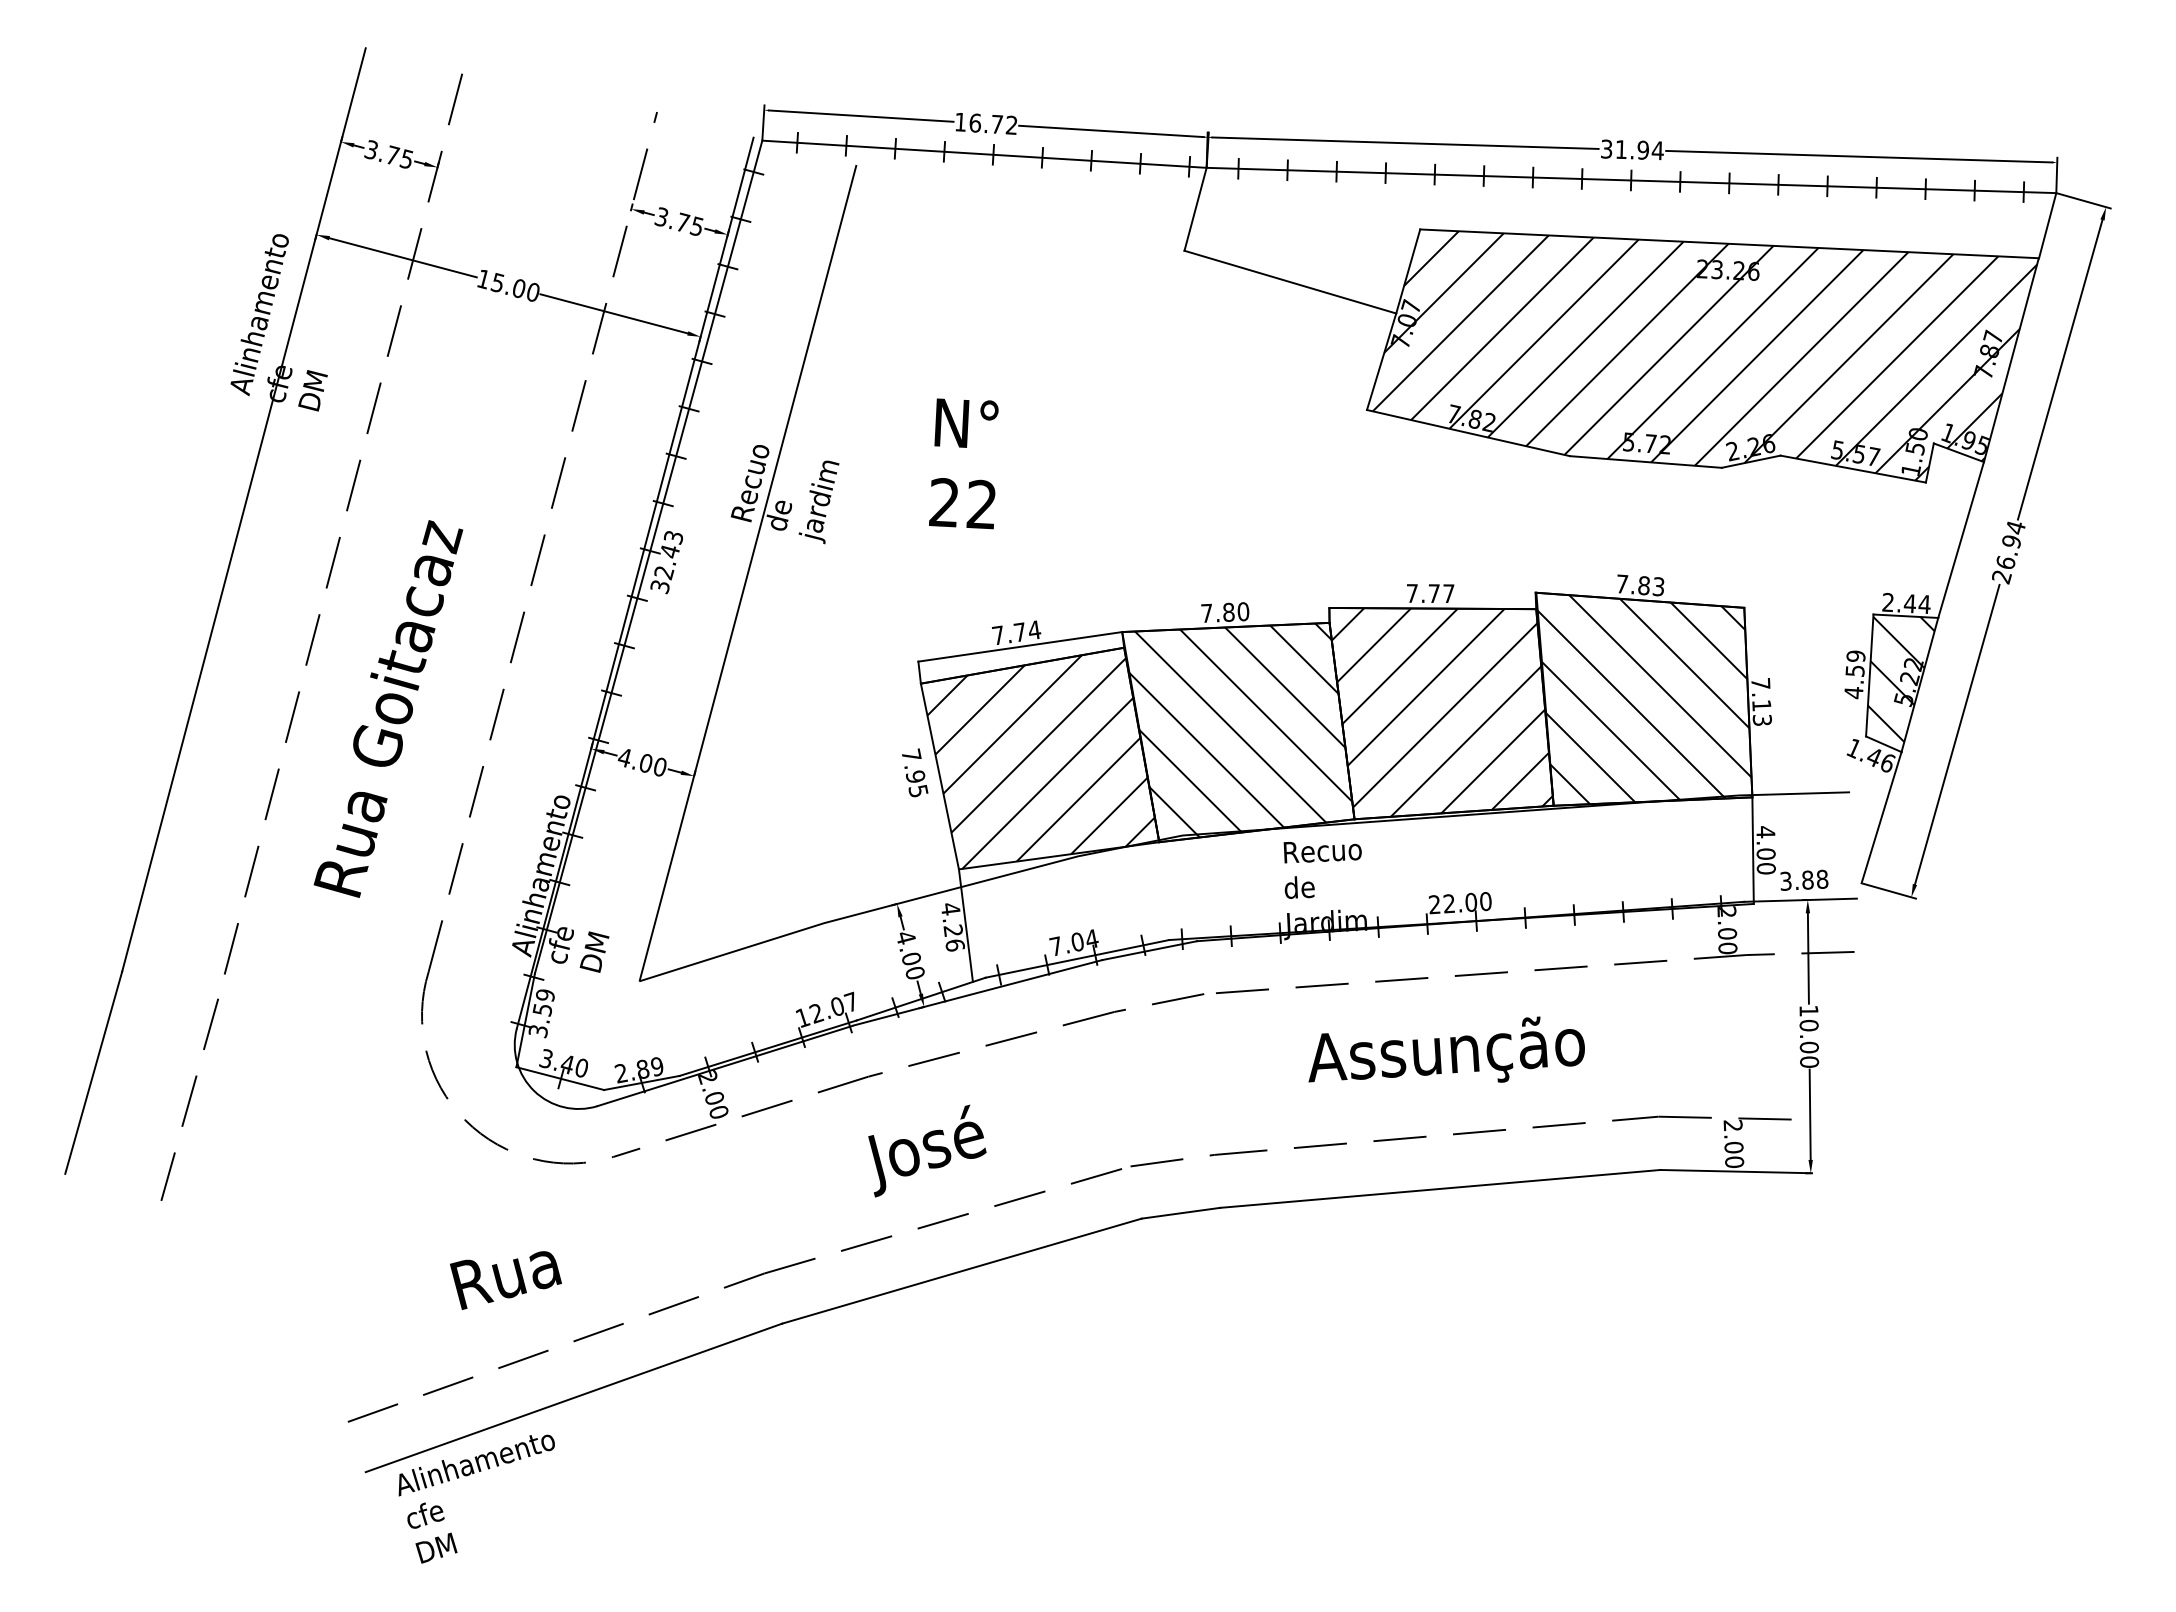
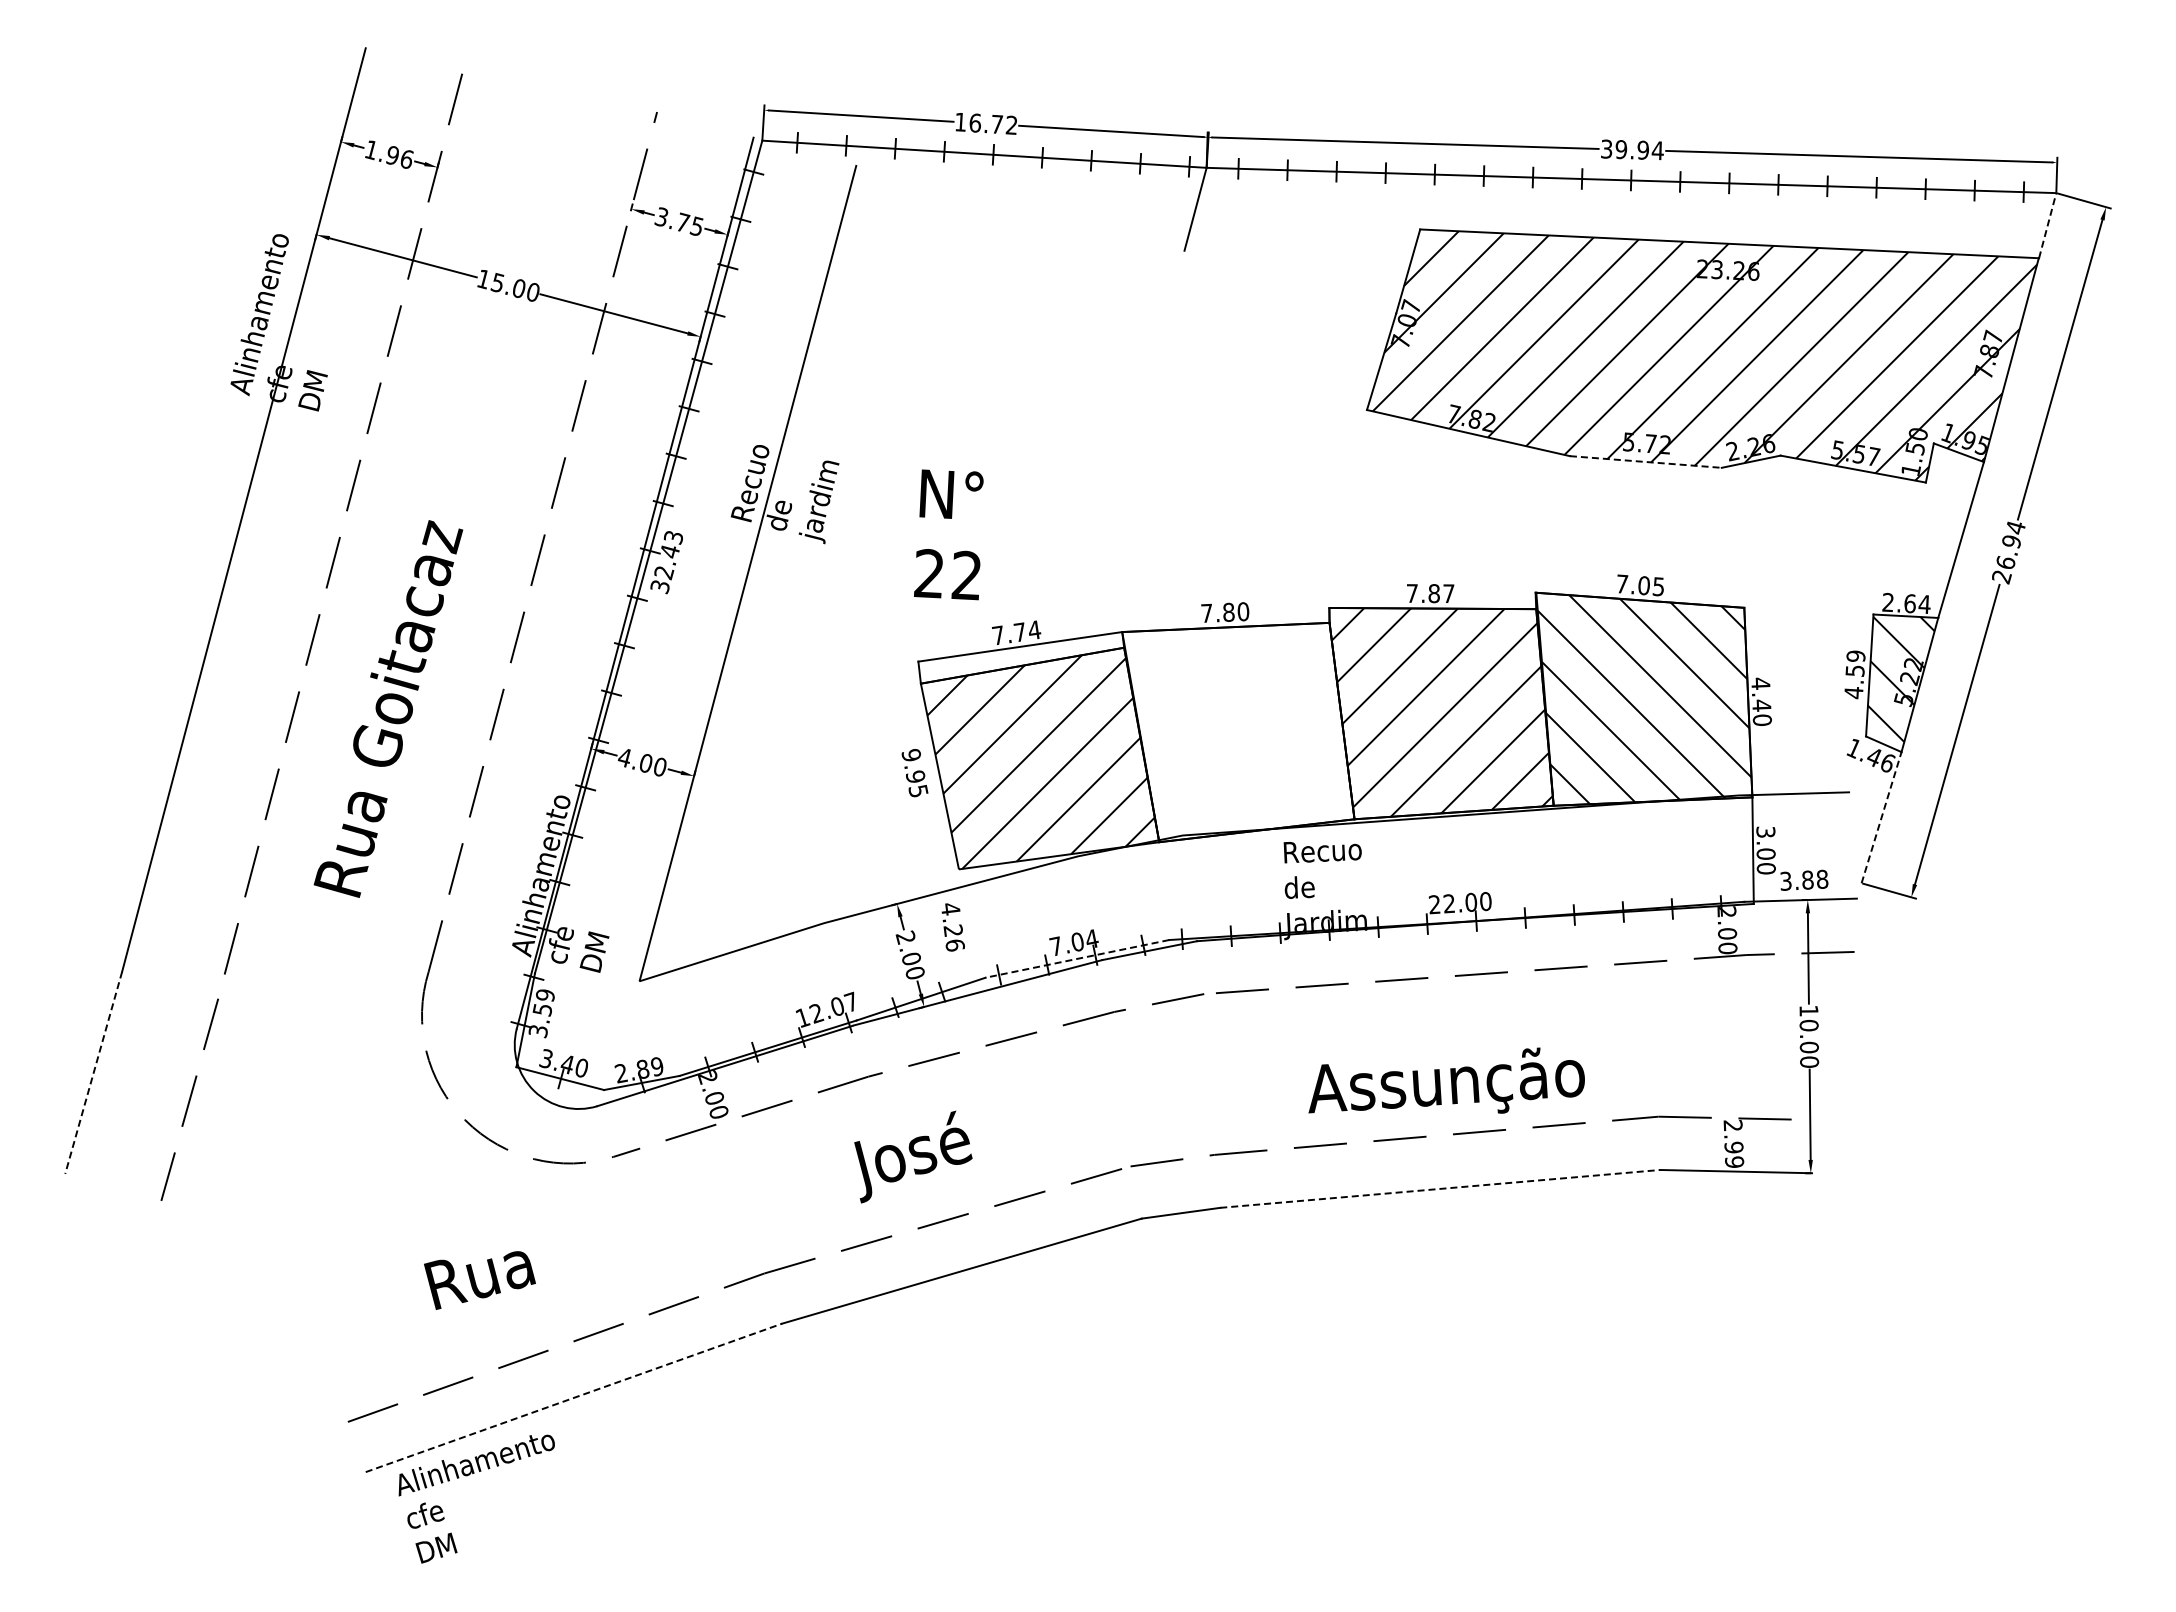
text at (1621, 149): 31.94 -> 39.94
text at (388, 154): 3.75 -> 1.96
line at (2047, 225): solid -> dashed
line at (1290, 281): present -> none
line at (1646, 462): solid -> dashed
text at (963, 463) position: (963, 463) -> (948, 534)
text at (1651, 585): 7.83 -> 7.05
text at (1433, 593): 7.77 -> 7.87
text at (1909, 603): 2.44 -> 2.64
text at (1761, 701): 7.13 -> 4.40
hatch at (1240, 730): present -> none
text at (911, 754): 7.95 -> 9.95
line at (1881, 817): solid -> dashed
text at (1765, 832): 4.00 -> 3.00
line at (965, 925): present -> none
text at (905, 937): 4.00 -> 2.00
line at (1077, 958): solid -> dashed
text at (1446, 1049) position: (1446, 1049) -> (1446, 1080)
line at (93, 1073): solid -> dashed
text at (927, 1150) position: (927, 1150) -> (913, 1156)
text at (1733, 1154): 2.00 -> 2.99
line at (1440, 1188): solid -> dashed
text at (505, 1280) position: (505, 1280) -> (479, 1280)
line at (574, 1397): solid -> dashed
